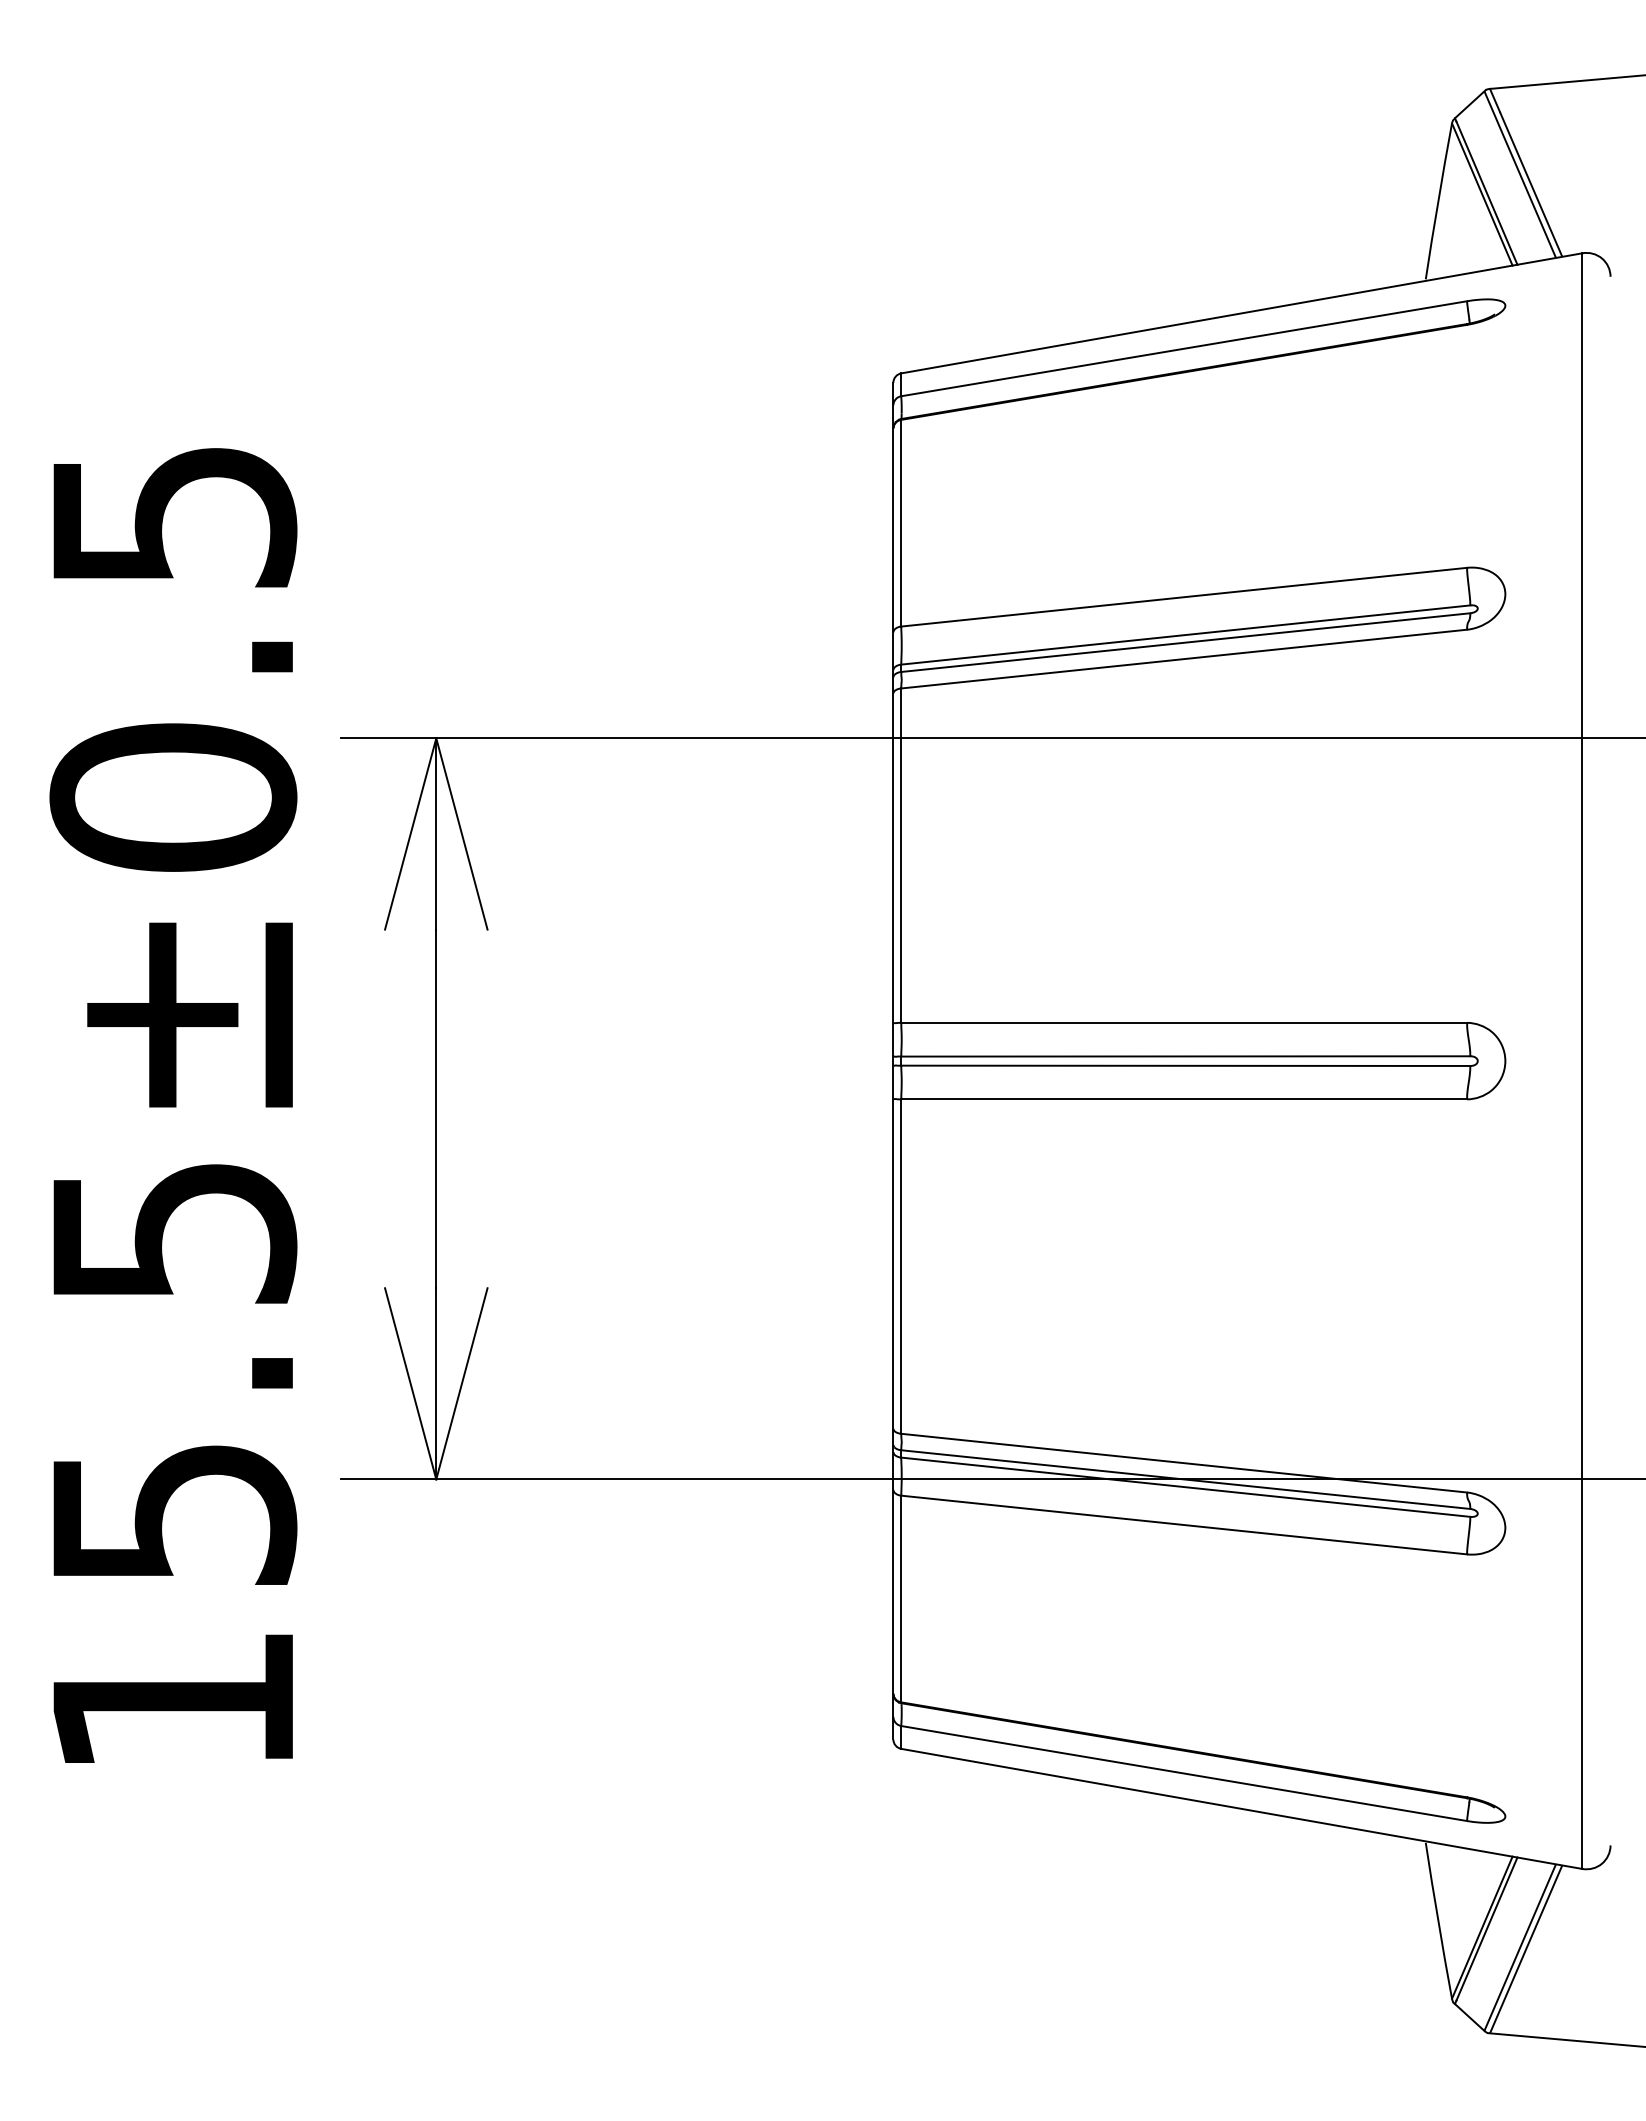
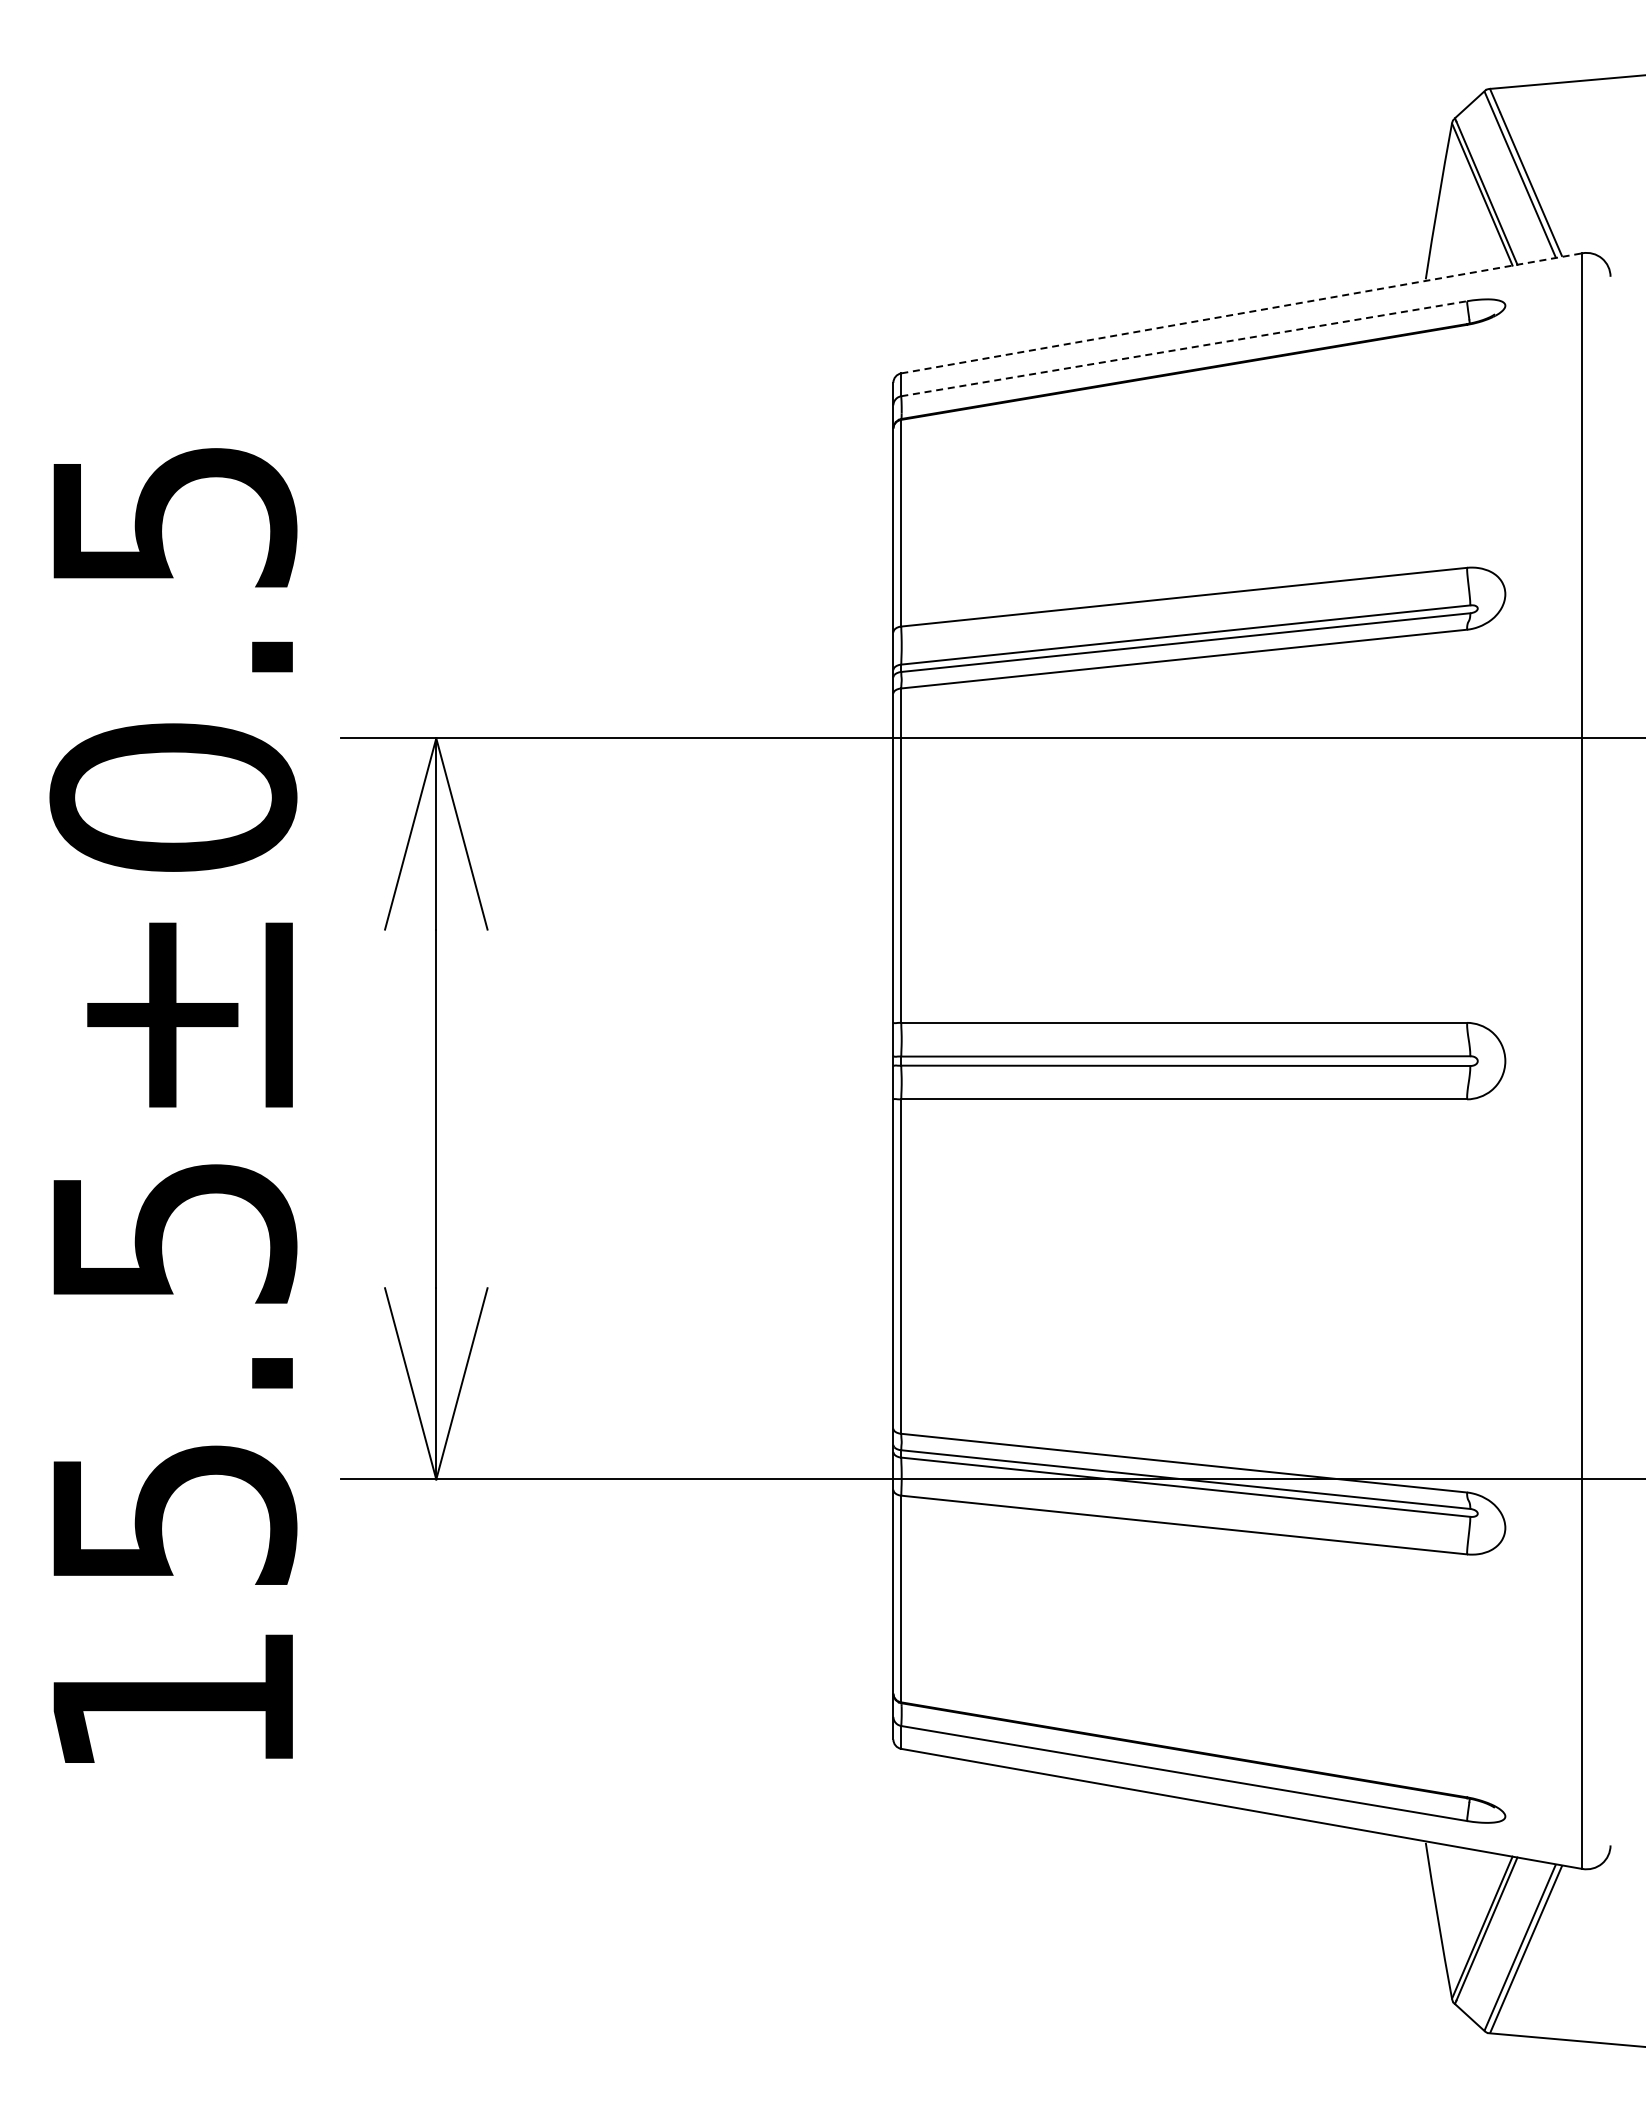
line at (1241, 313): solid -> dashed
line at (1184, 348): solid -> dashed
